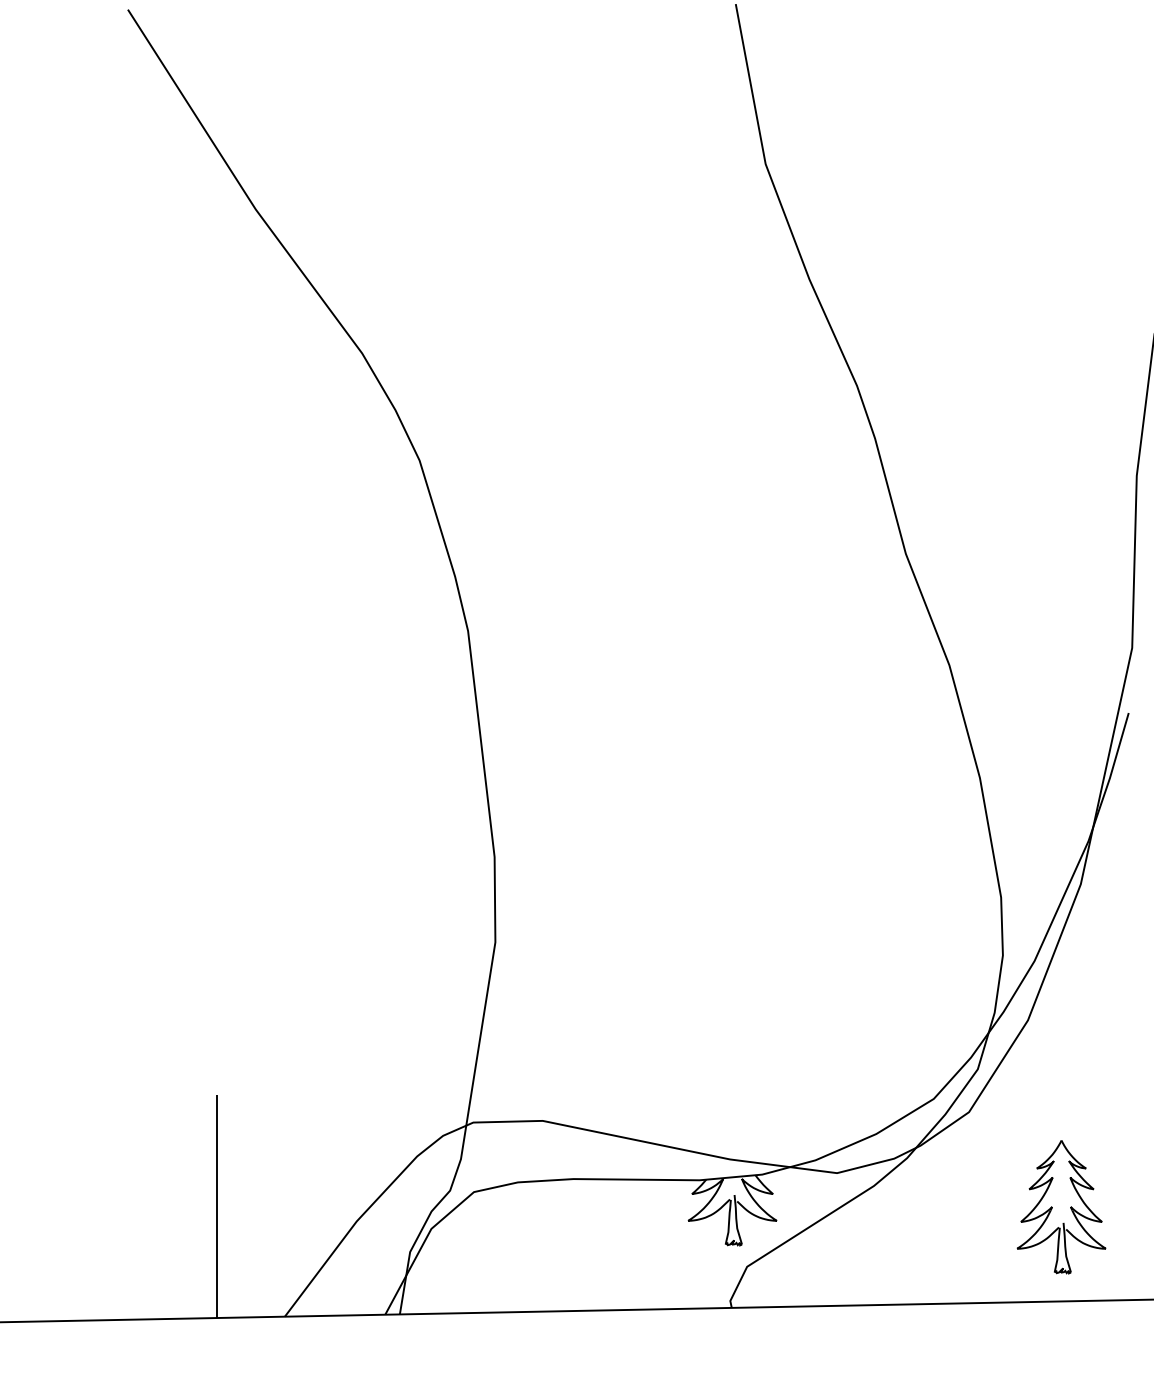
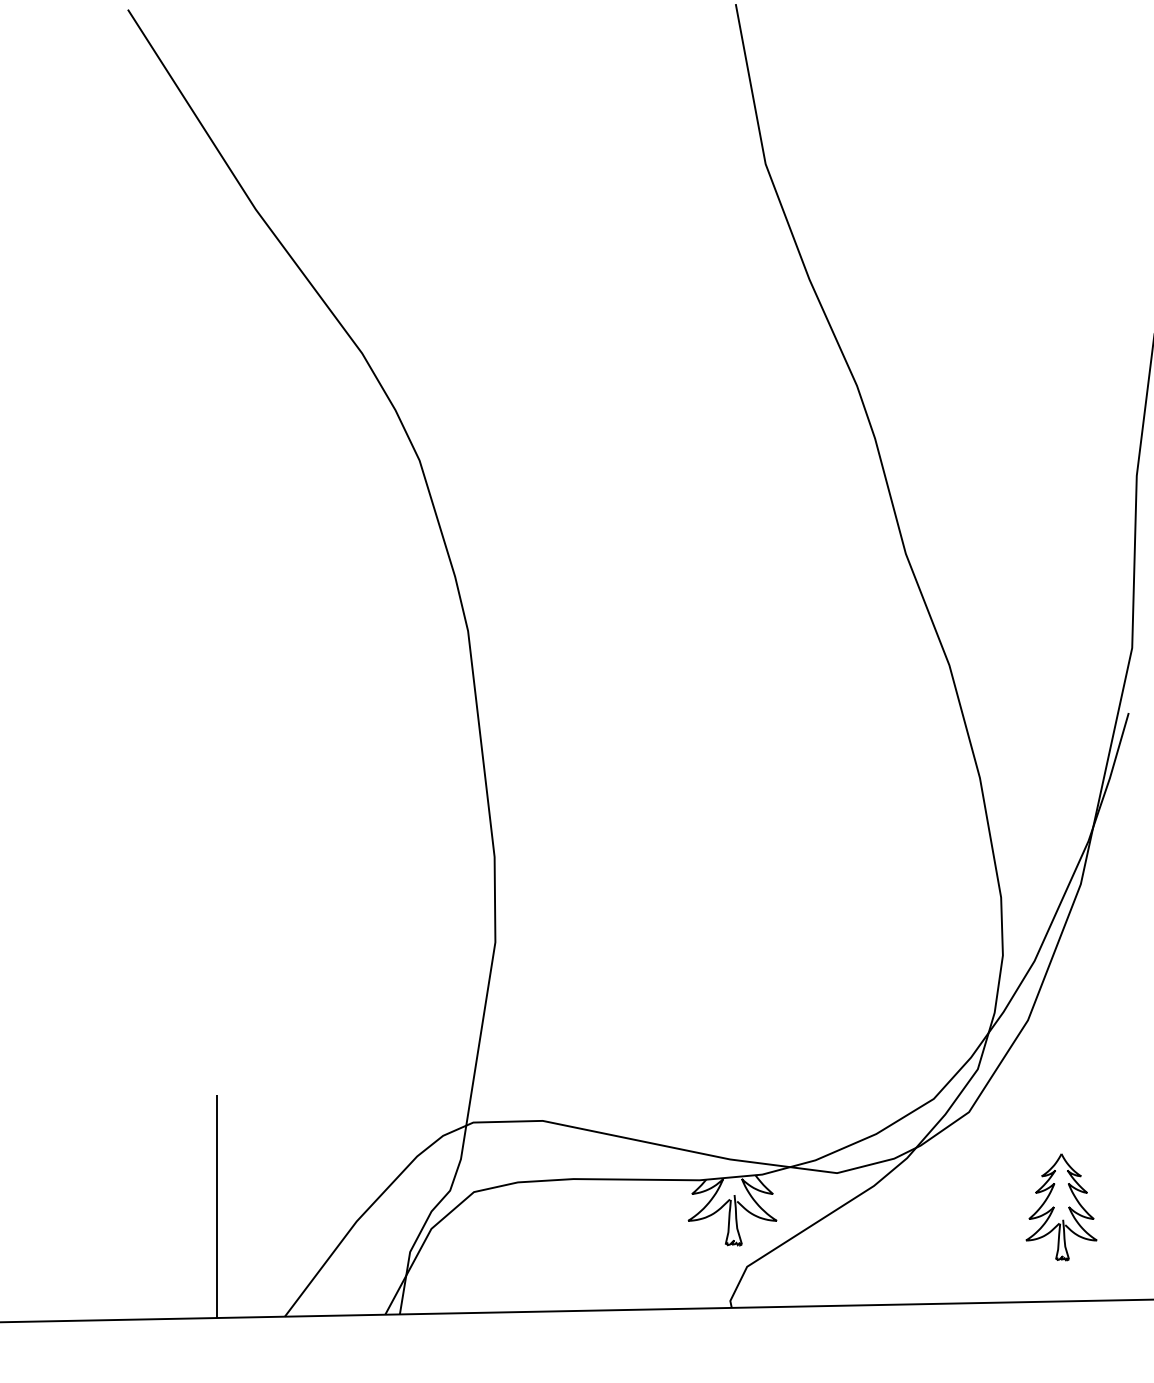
part at (1061, 1207) size: 91x135 px -> 73x109 px
